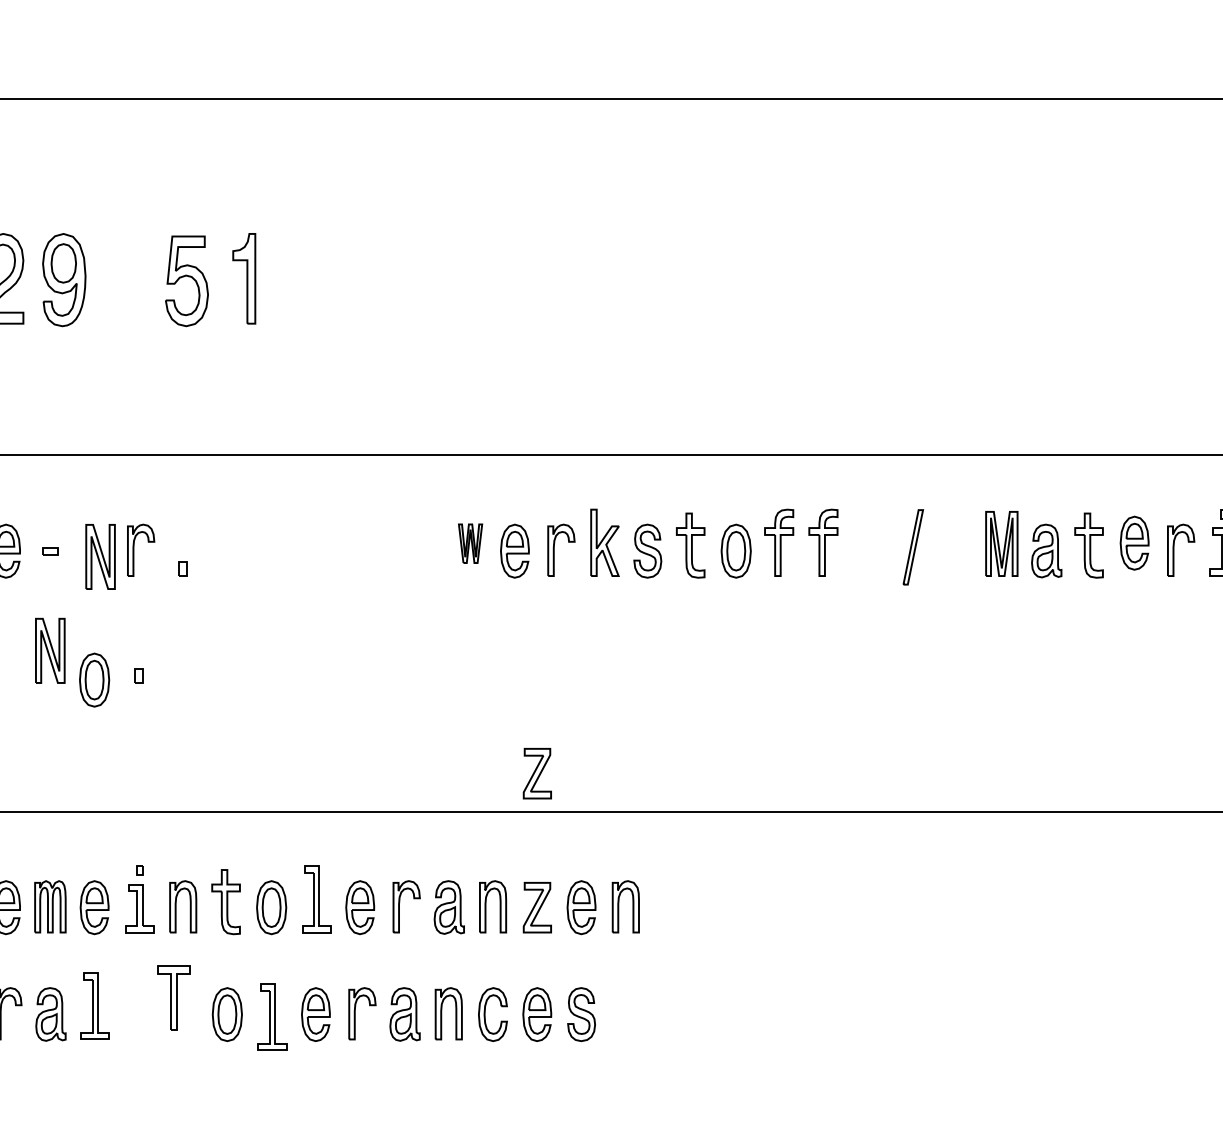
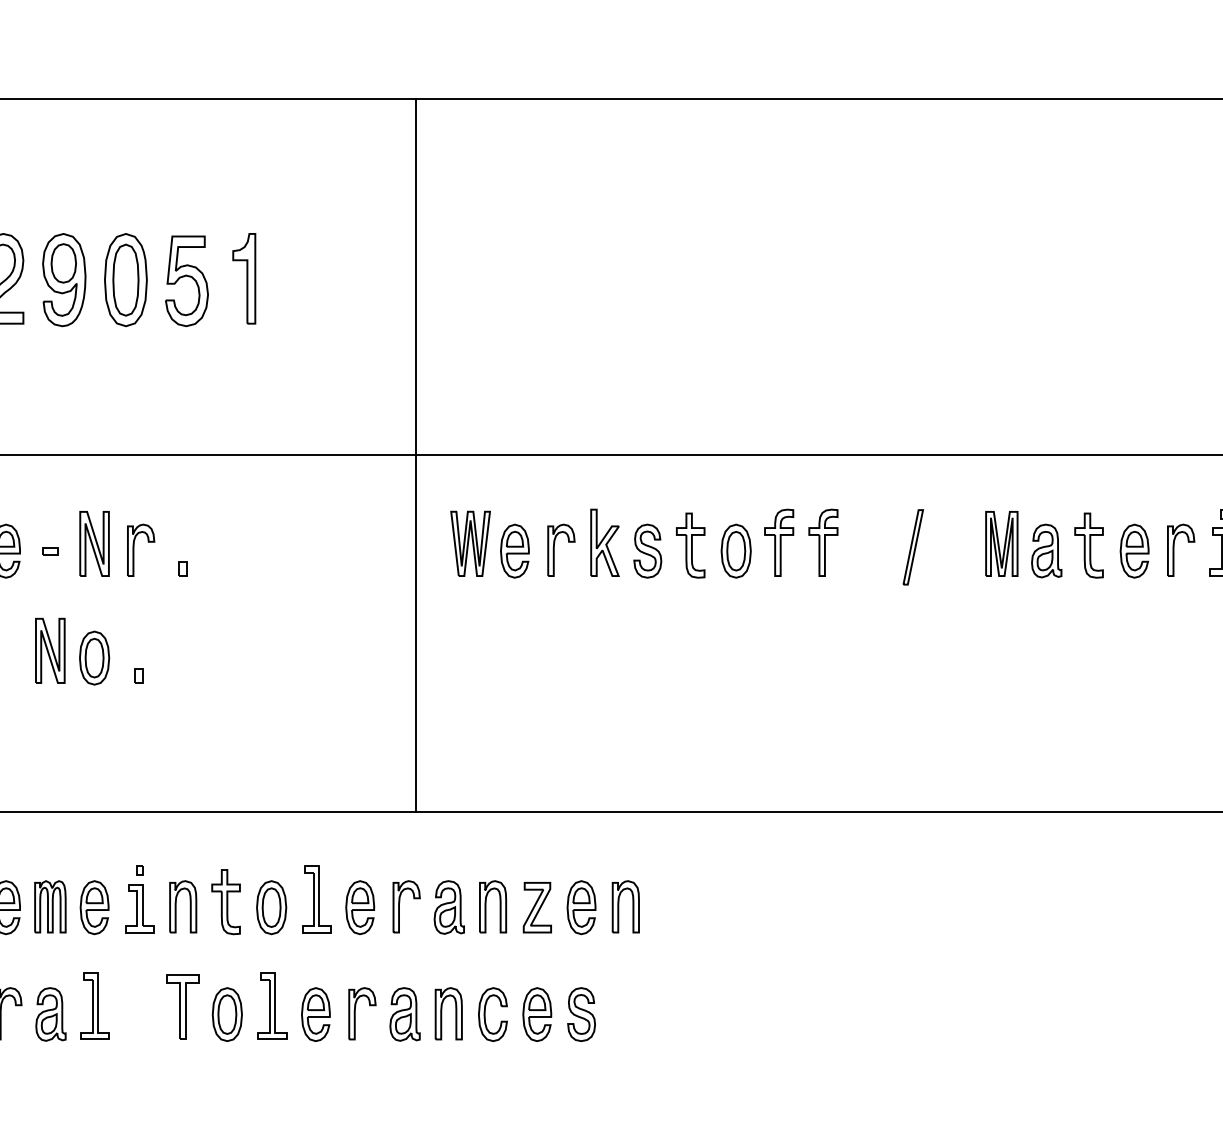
part at (125, 279): none -> present
line at (416, 454): none -> present
part at (1134, 542) position: (1134, 542) -> (1134, 550)
part at (470, 543) size: 26x41 px -> 41x67 px
part at (100, 556) position: (100, 556) -> (94, 543)
part at (94, 679) position: (94, 679) -> (94, 657)
part at (536, 773): present -> none
part at (173, 997) position: (173, 997) -> (182, 1006)
part at (272, 1016) position: (272, 1016) -> (272, 1005)
